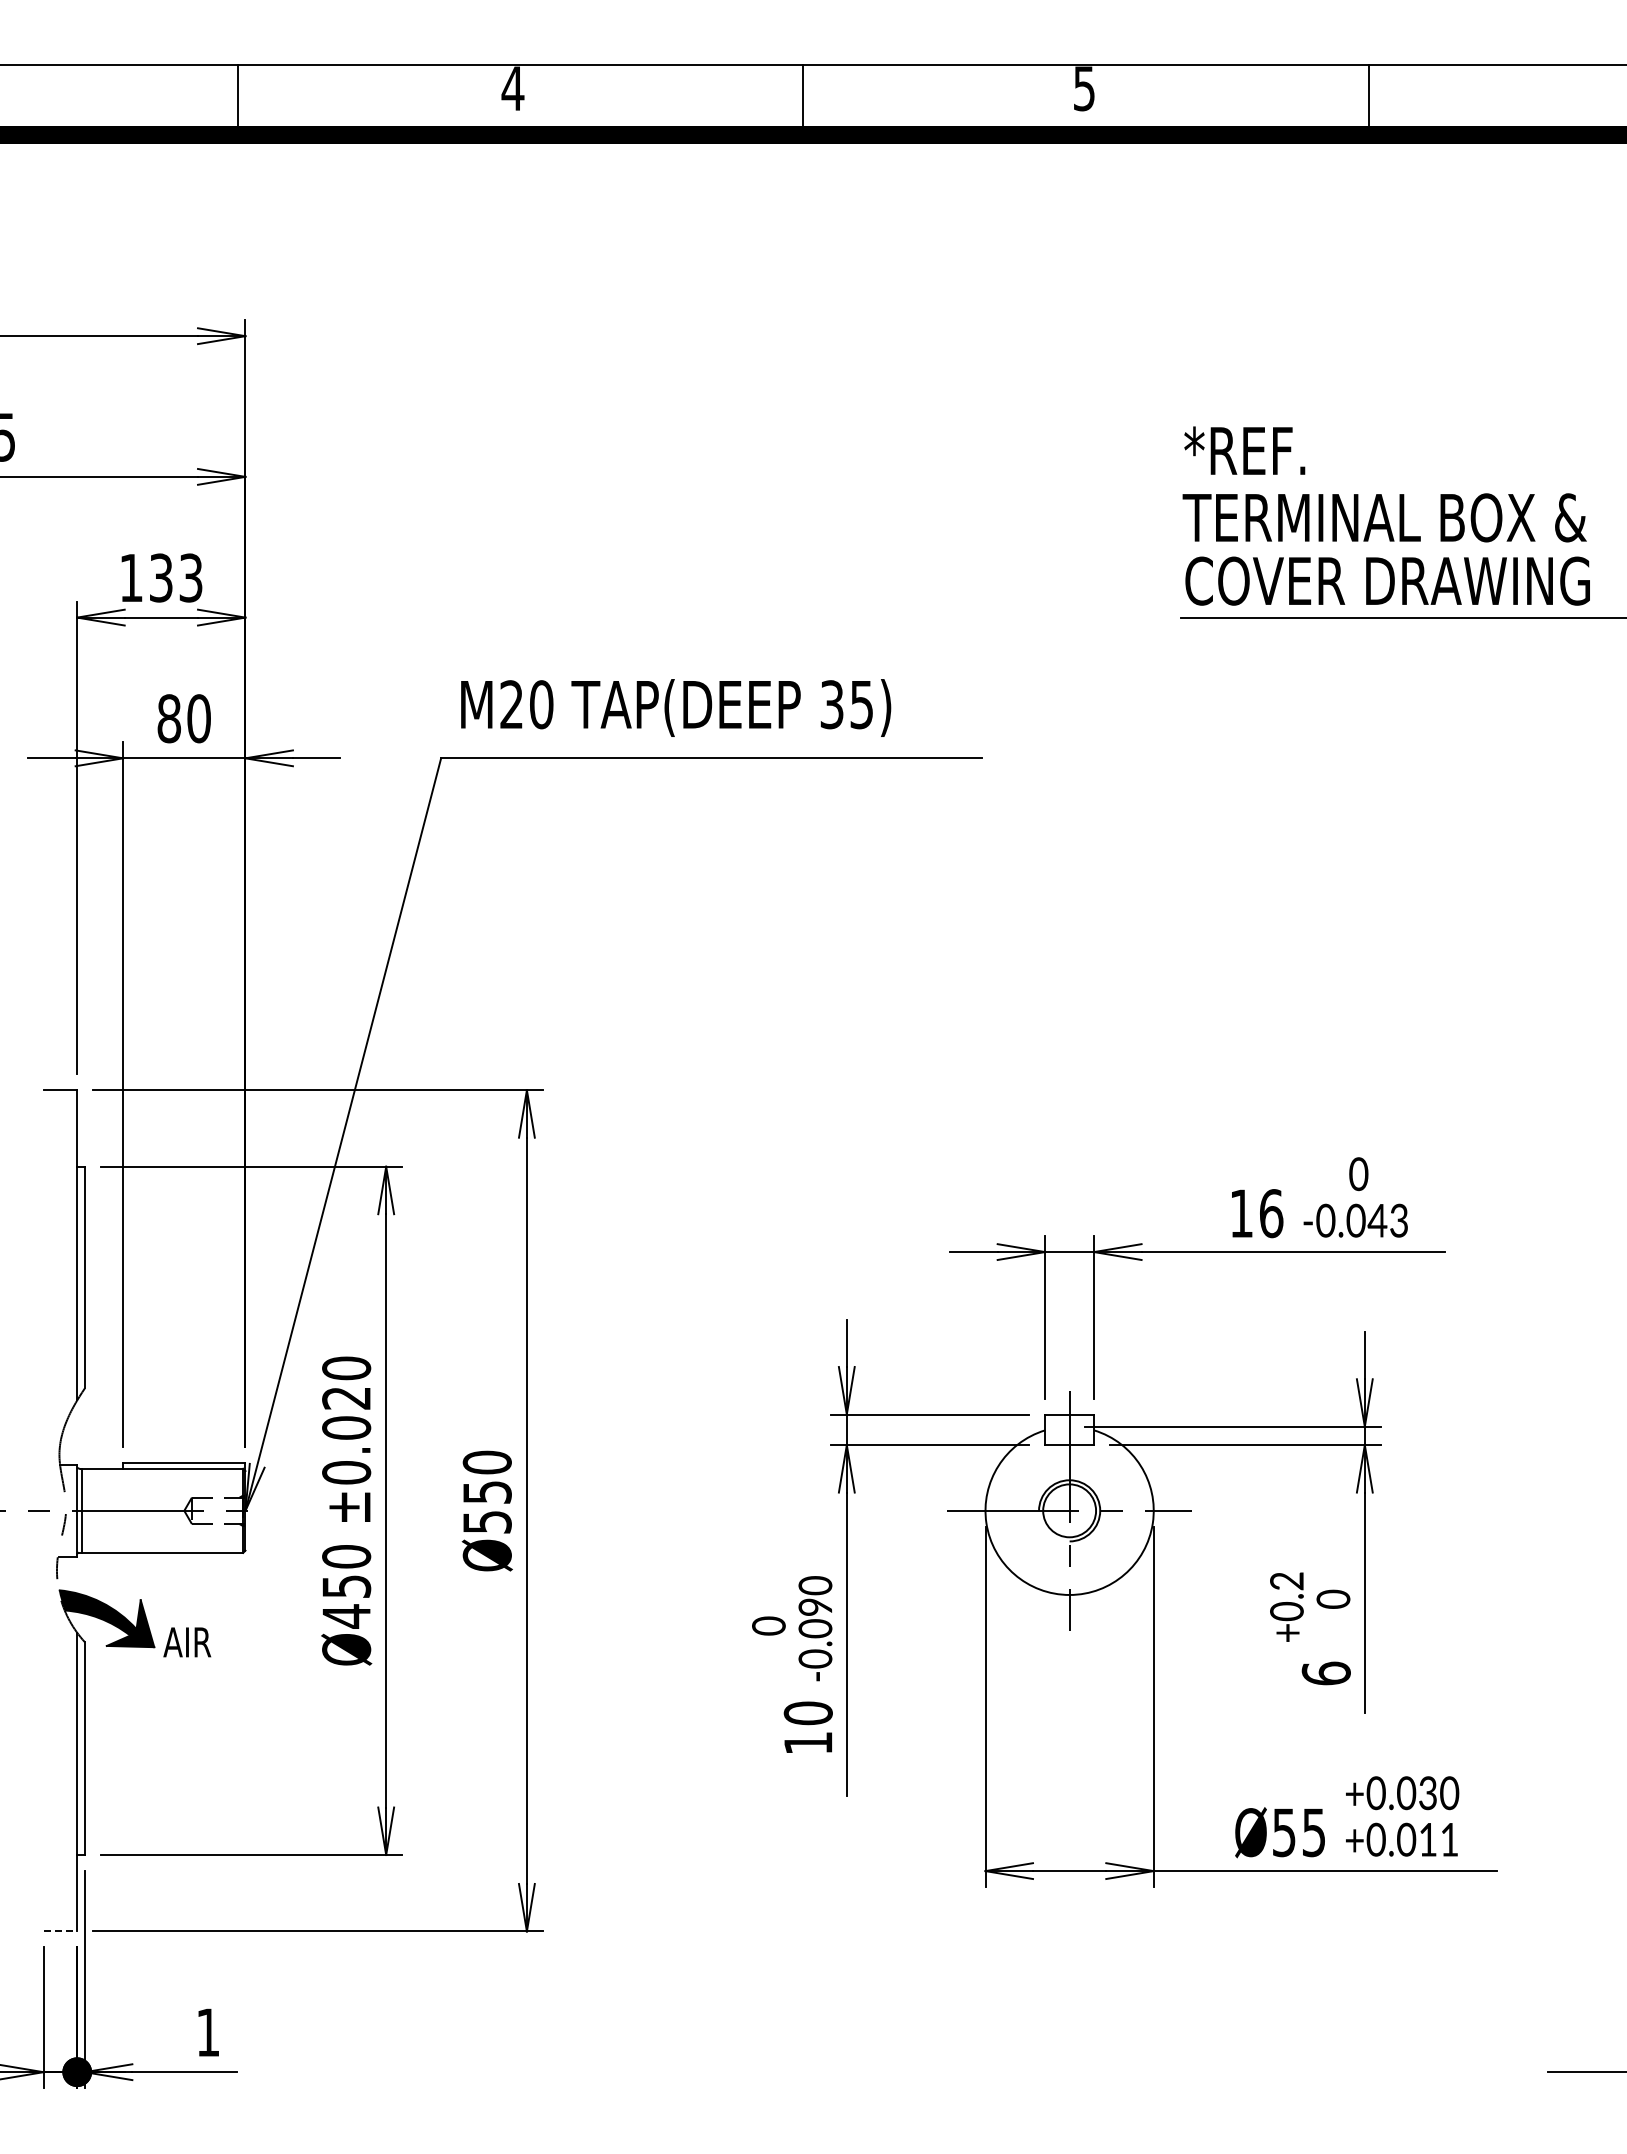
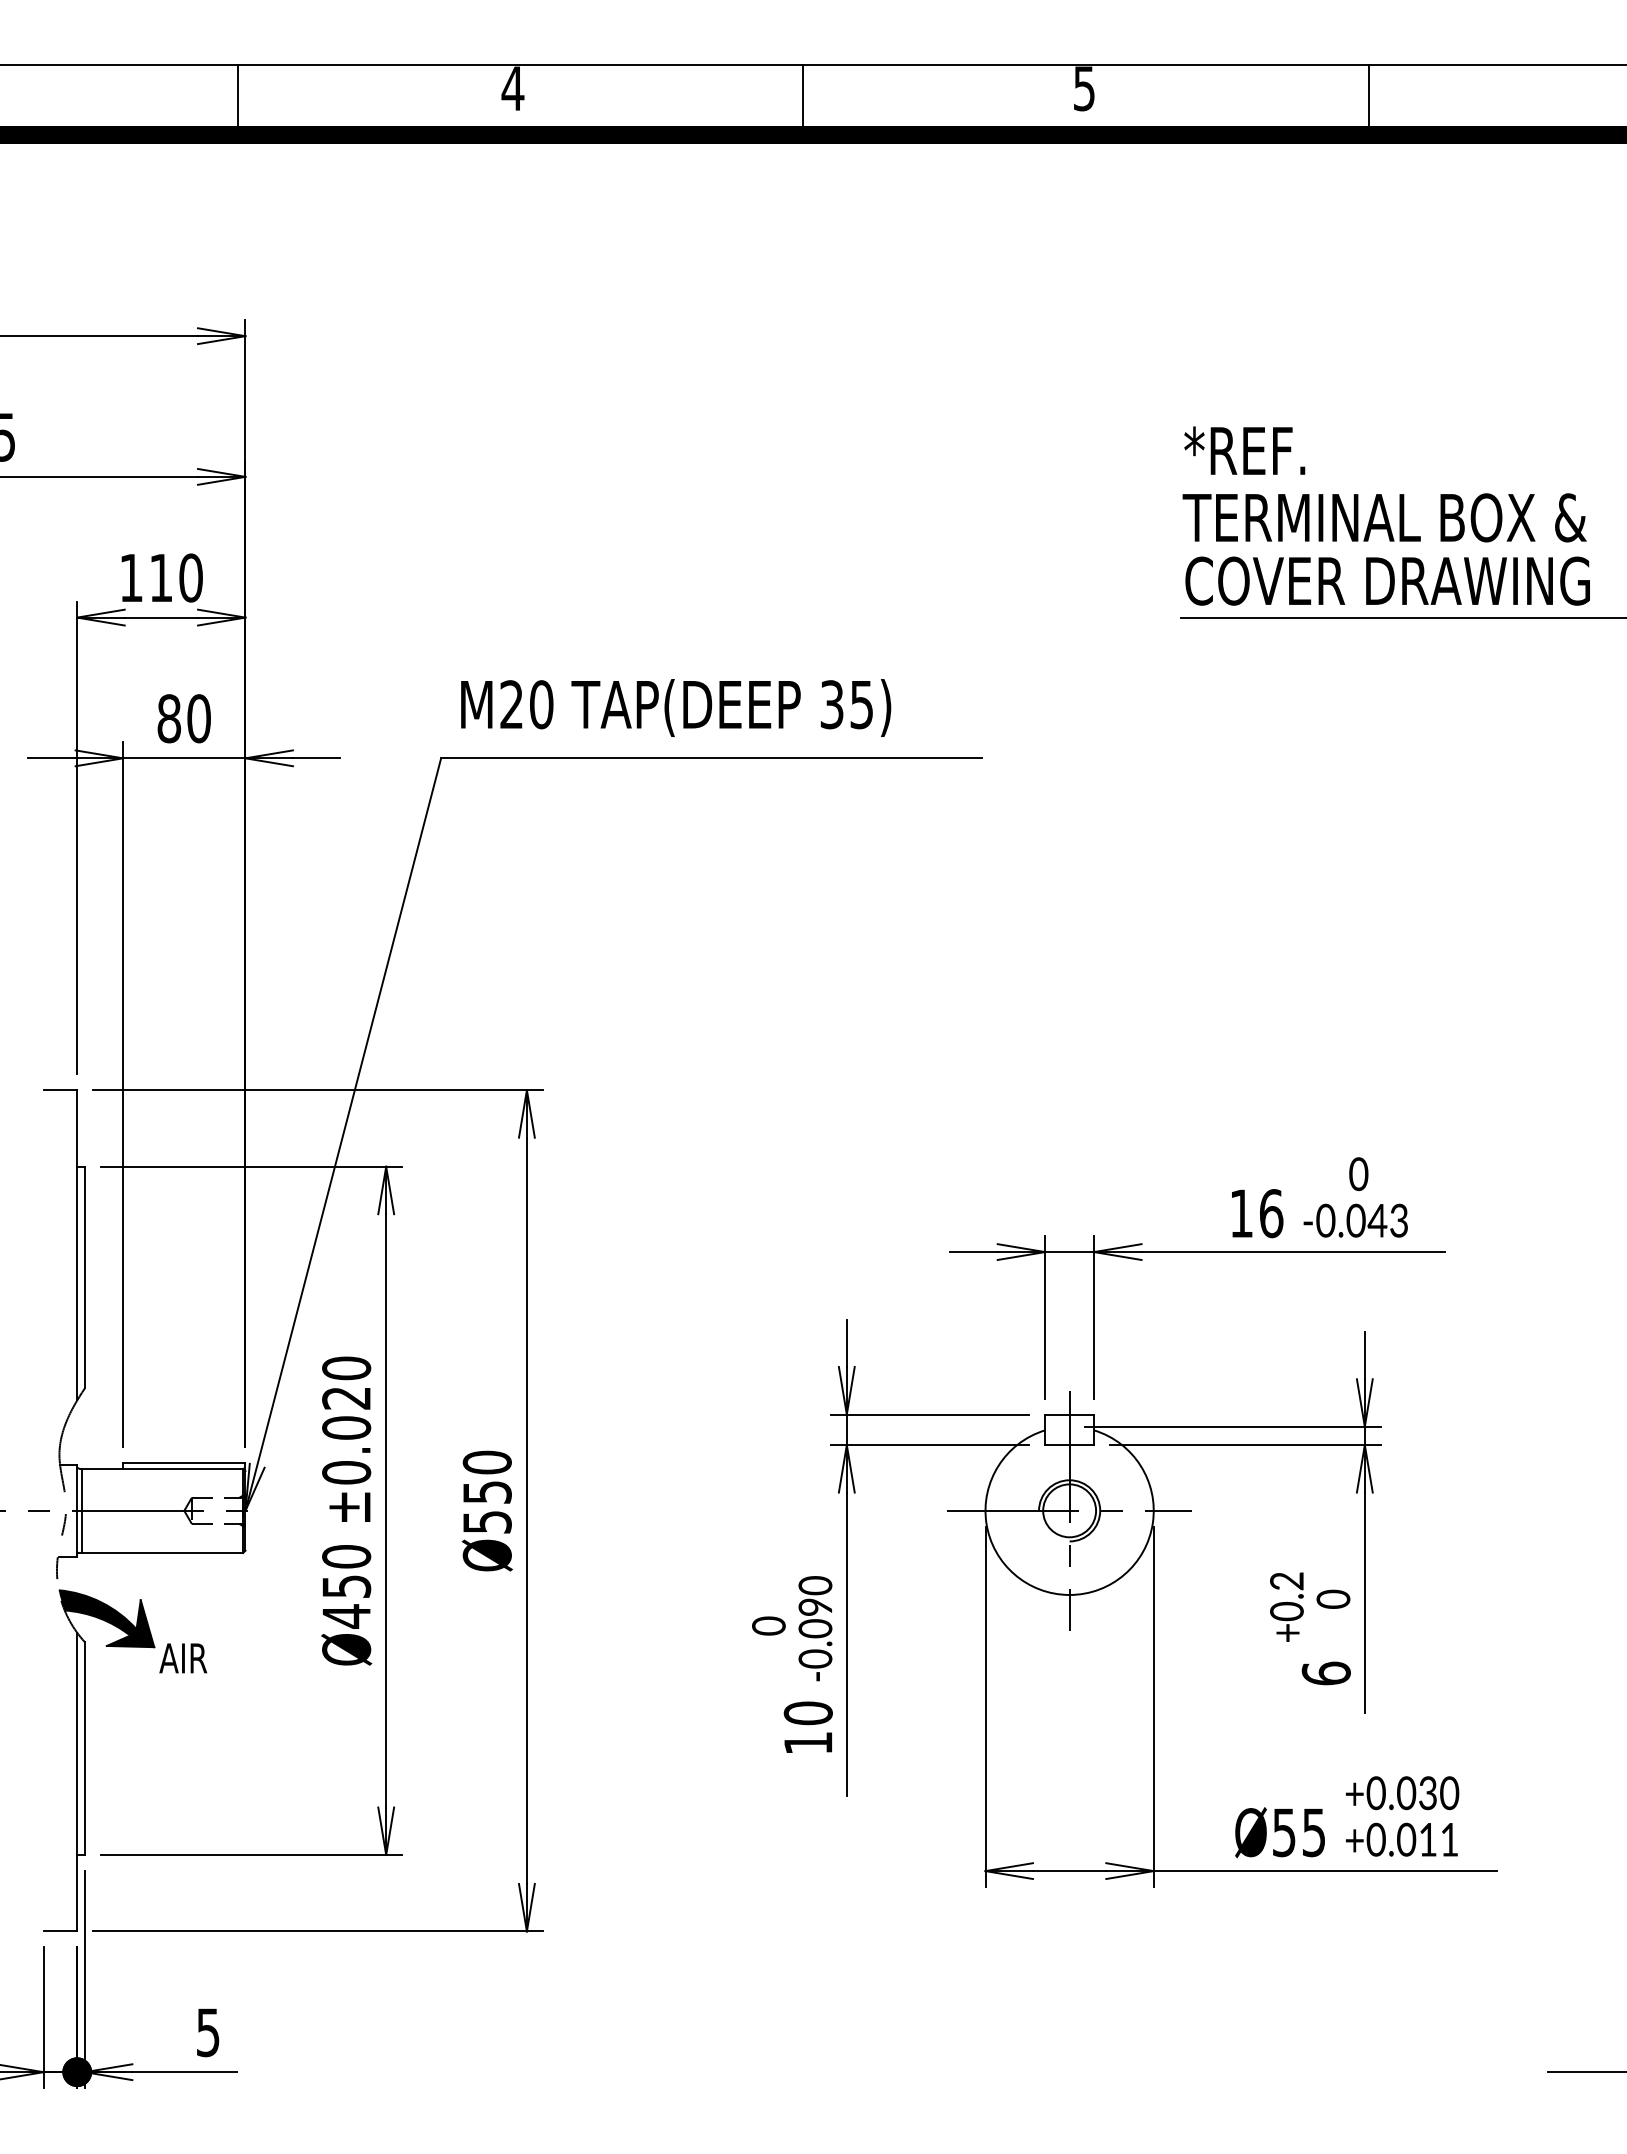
text at (176, 577): 133 -> 110
text at (187, 1642) position: (187, 1642) -> (183, 1658)
line at (60, 1931): dashed -> solid
text at (208, 2032): 1 -> 5
